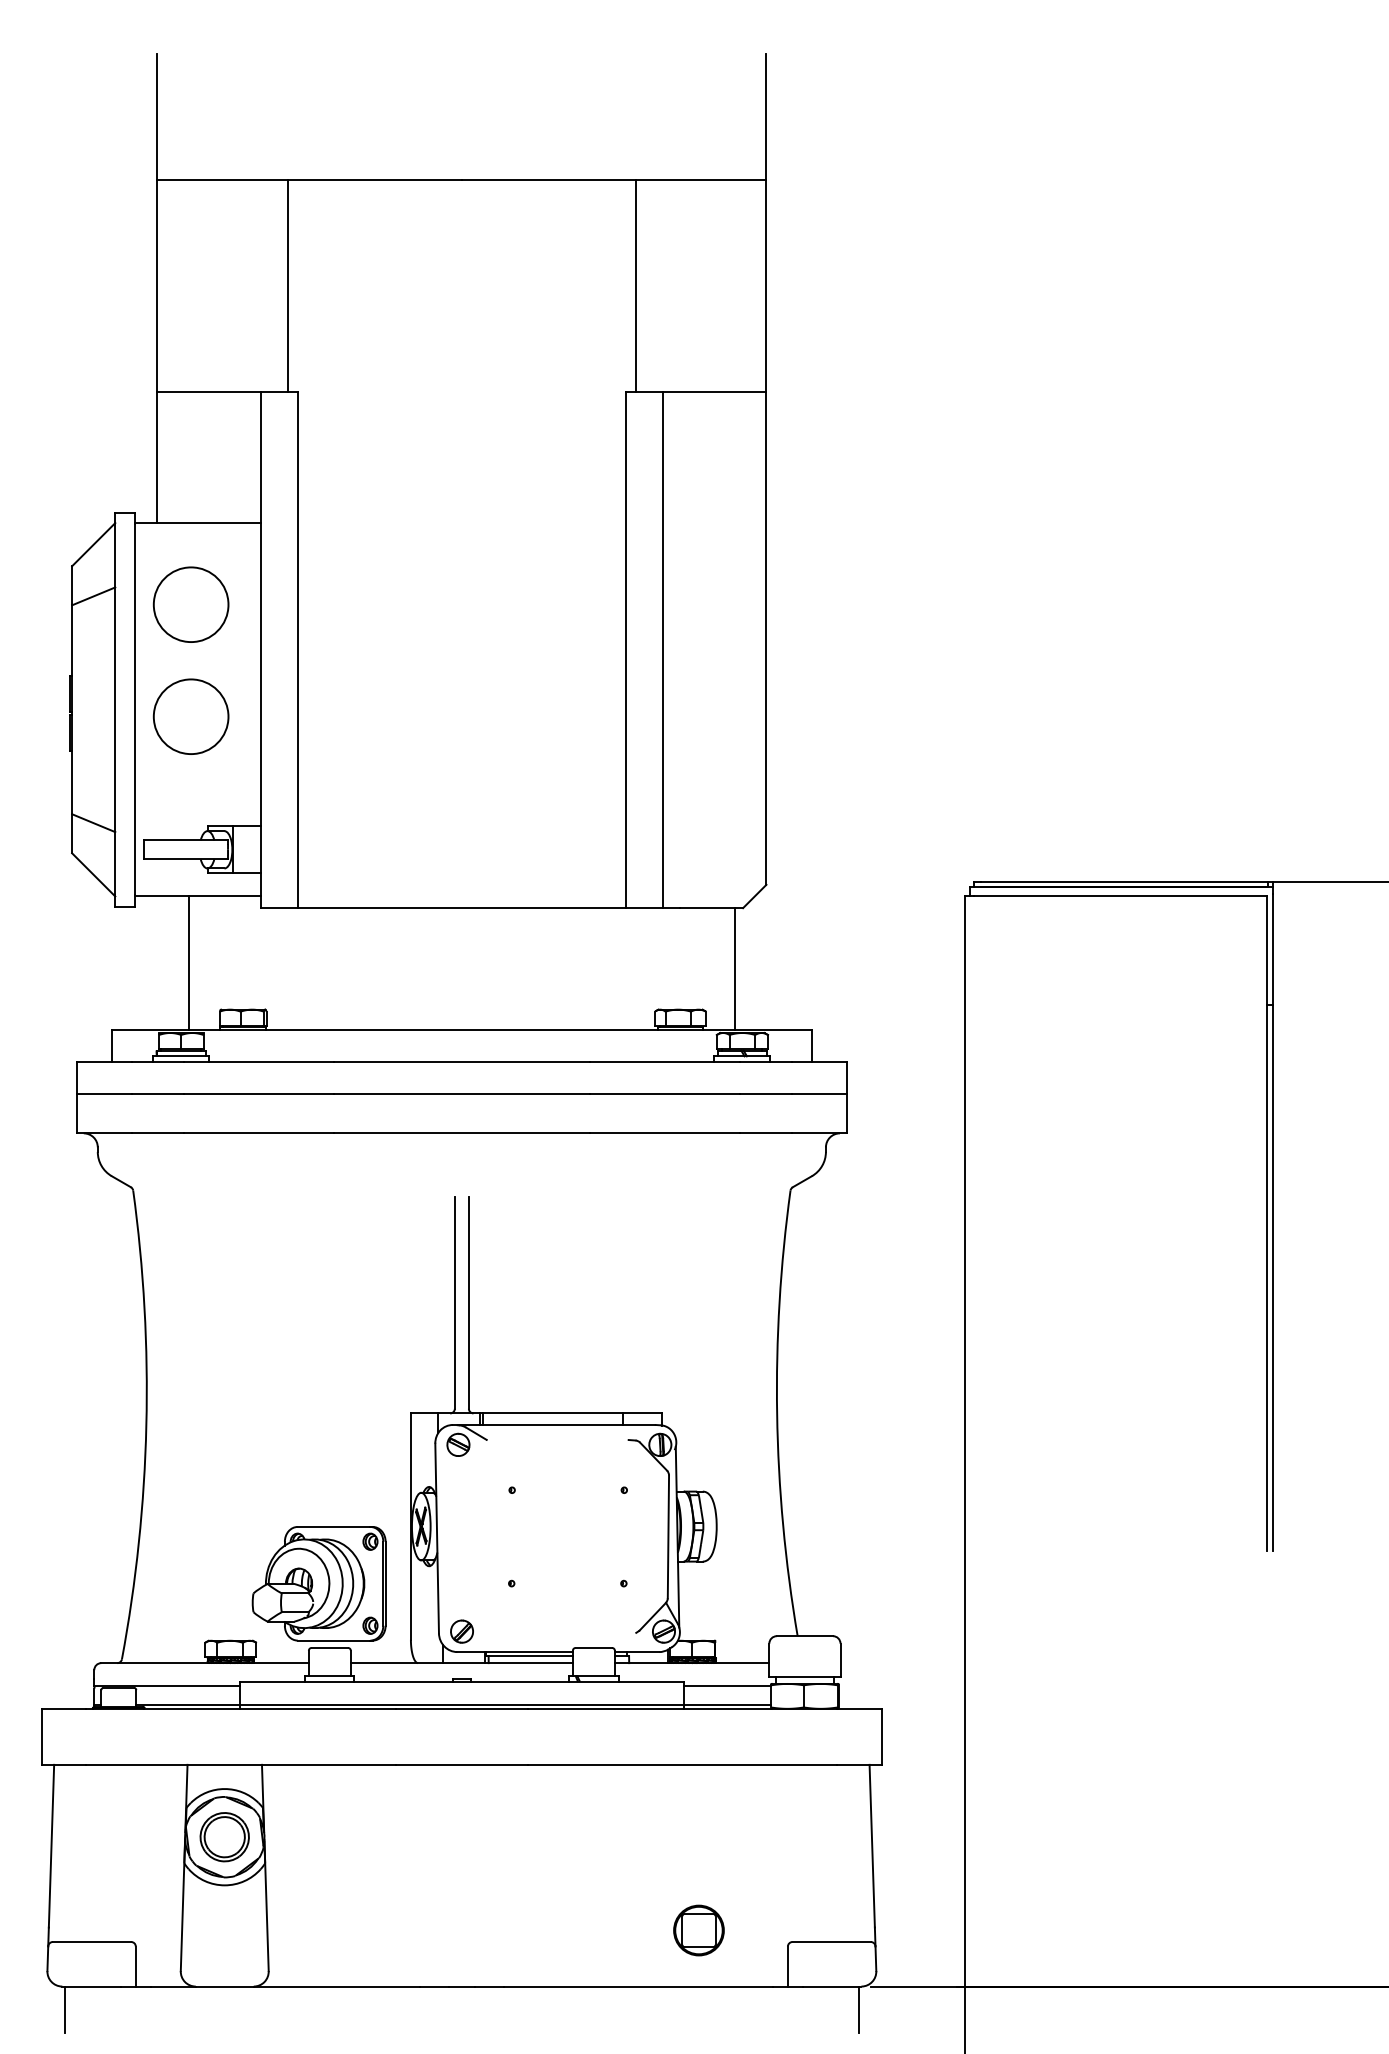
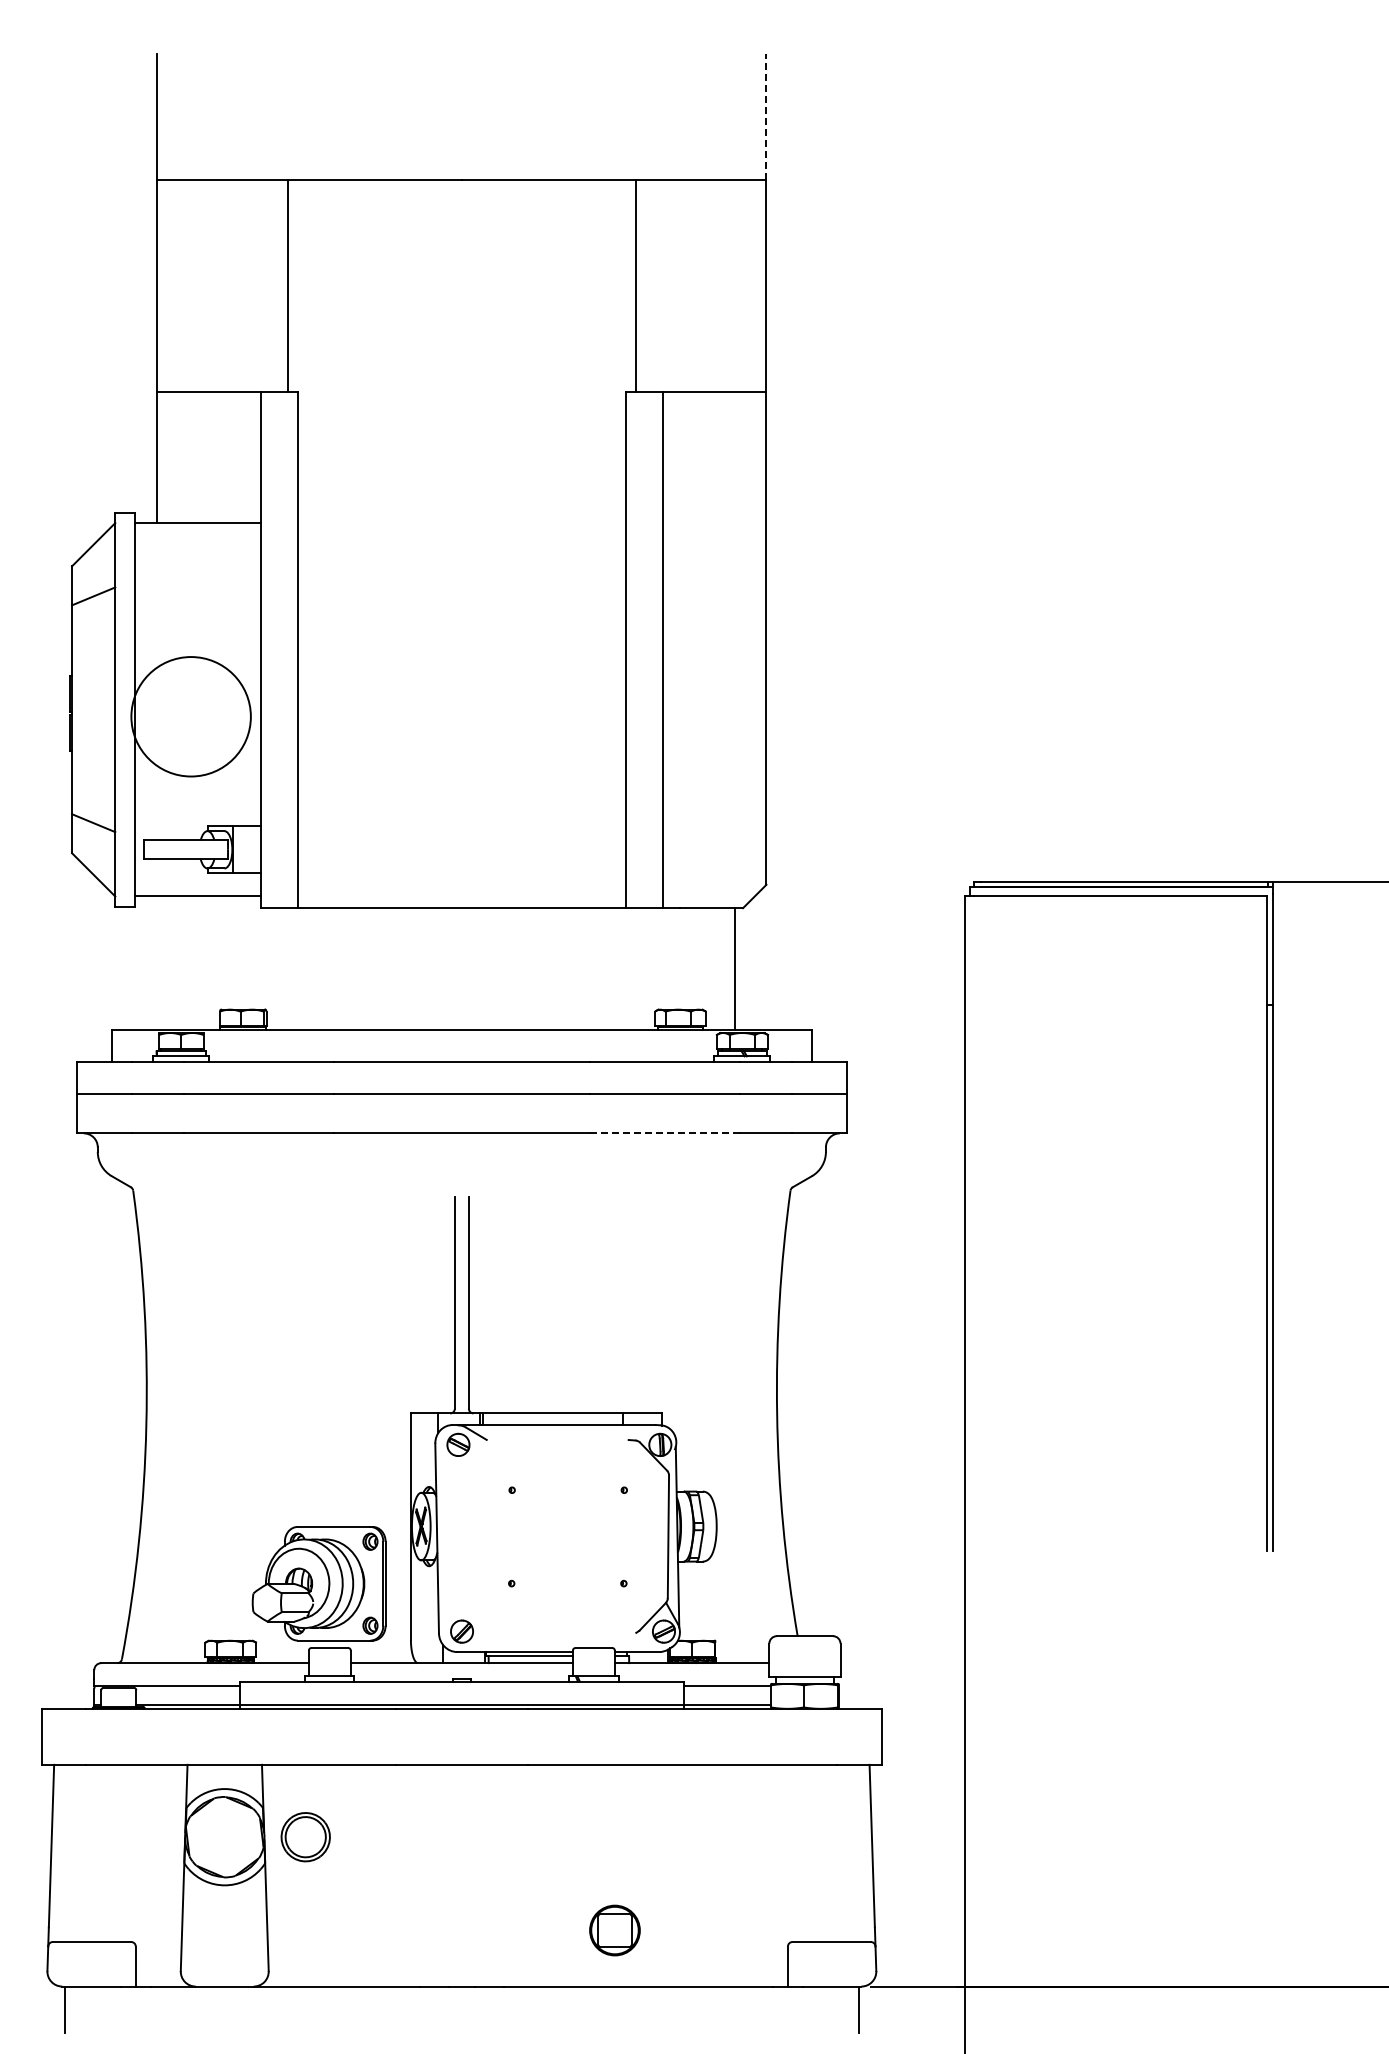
line at (766, 116): solid -> dashed
circle at (190, 604): present -> none
circle at (190, 716) diameter: 75 px -> 119 px
line at (188, 962): present -> none
line at (664, 1133): solid -> dashed
part at (224, 1837) position: (224, 1837) -> (305, 1837)
part at (698, 1930) position: (698, 1930) -> (614, 1930)
